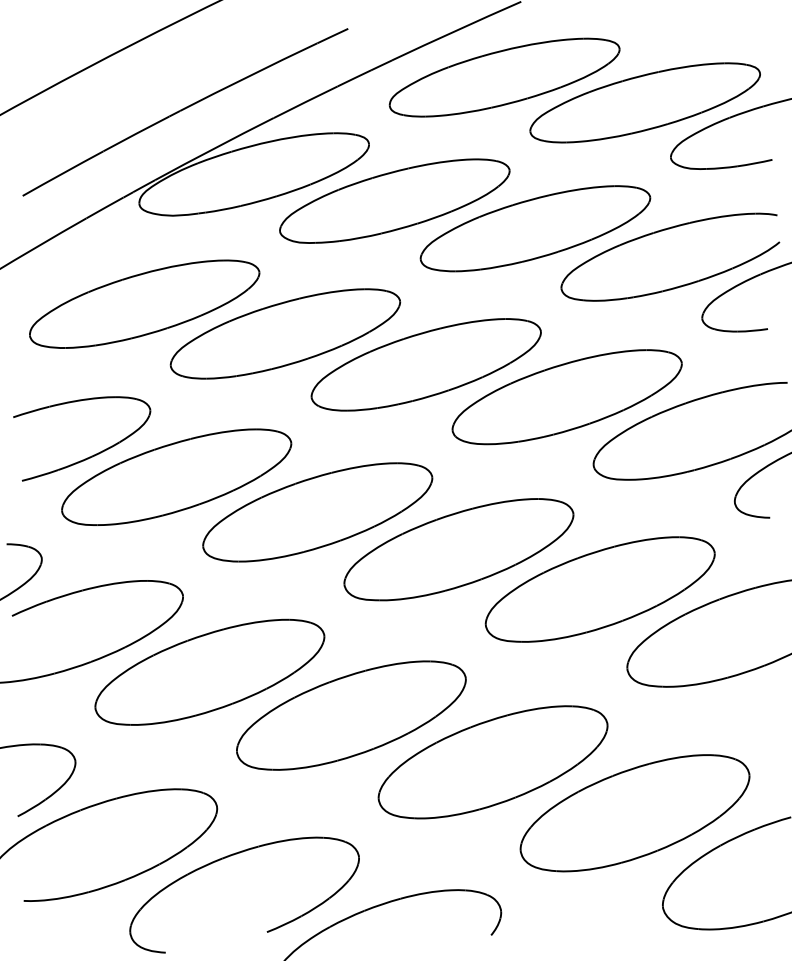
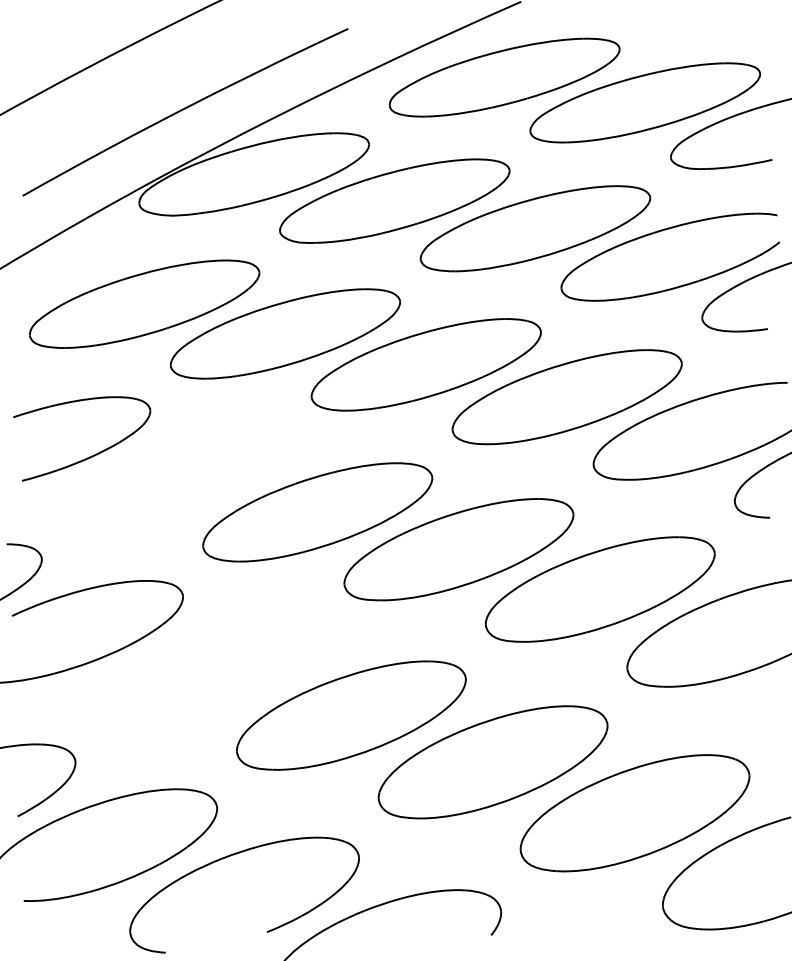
part at (176, 476): present -> none
part at (209, 671): present -> none
